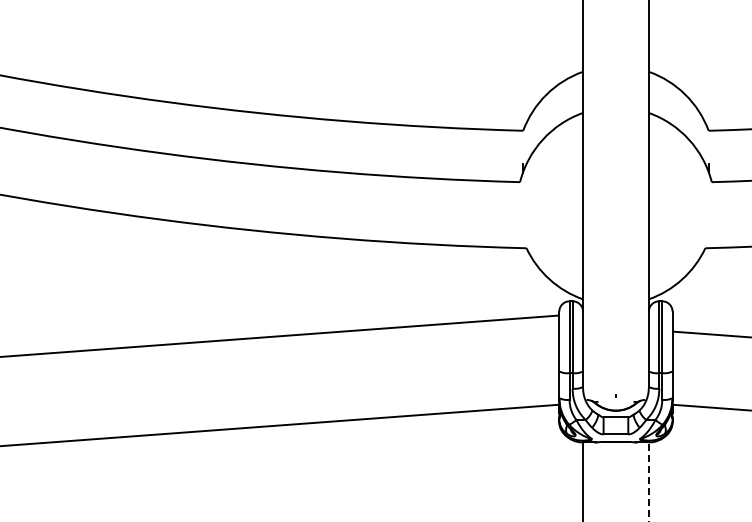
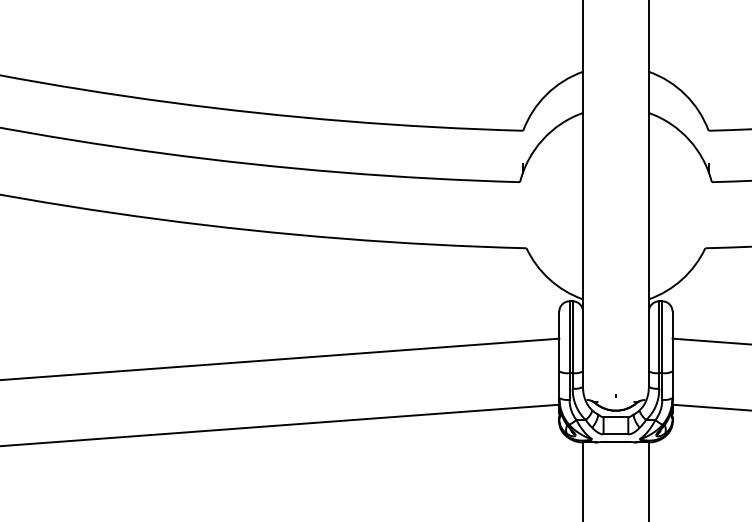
line at (710, 334) position: (710, 334) -> (710, 341)
line at (279, 335) position: (279, 335) -> (280, 358)
line at (648, 481): dashed -> solid
